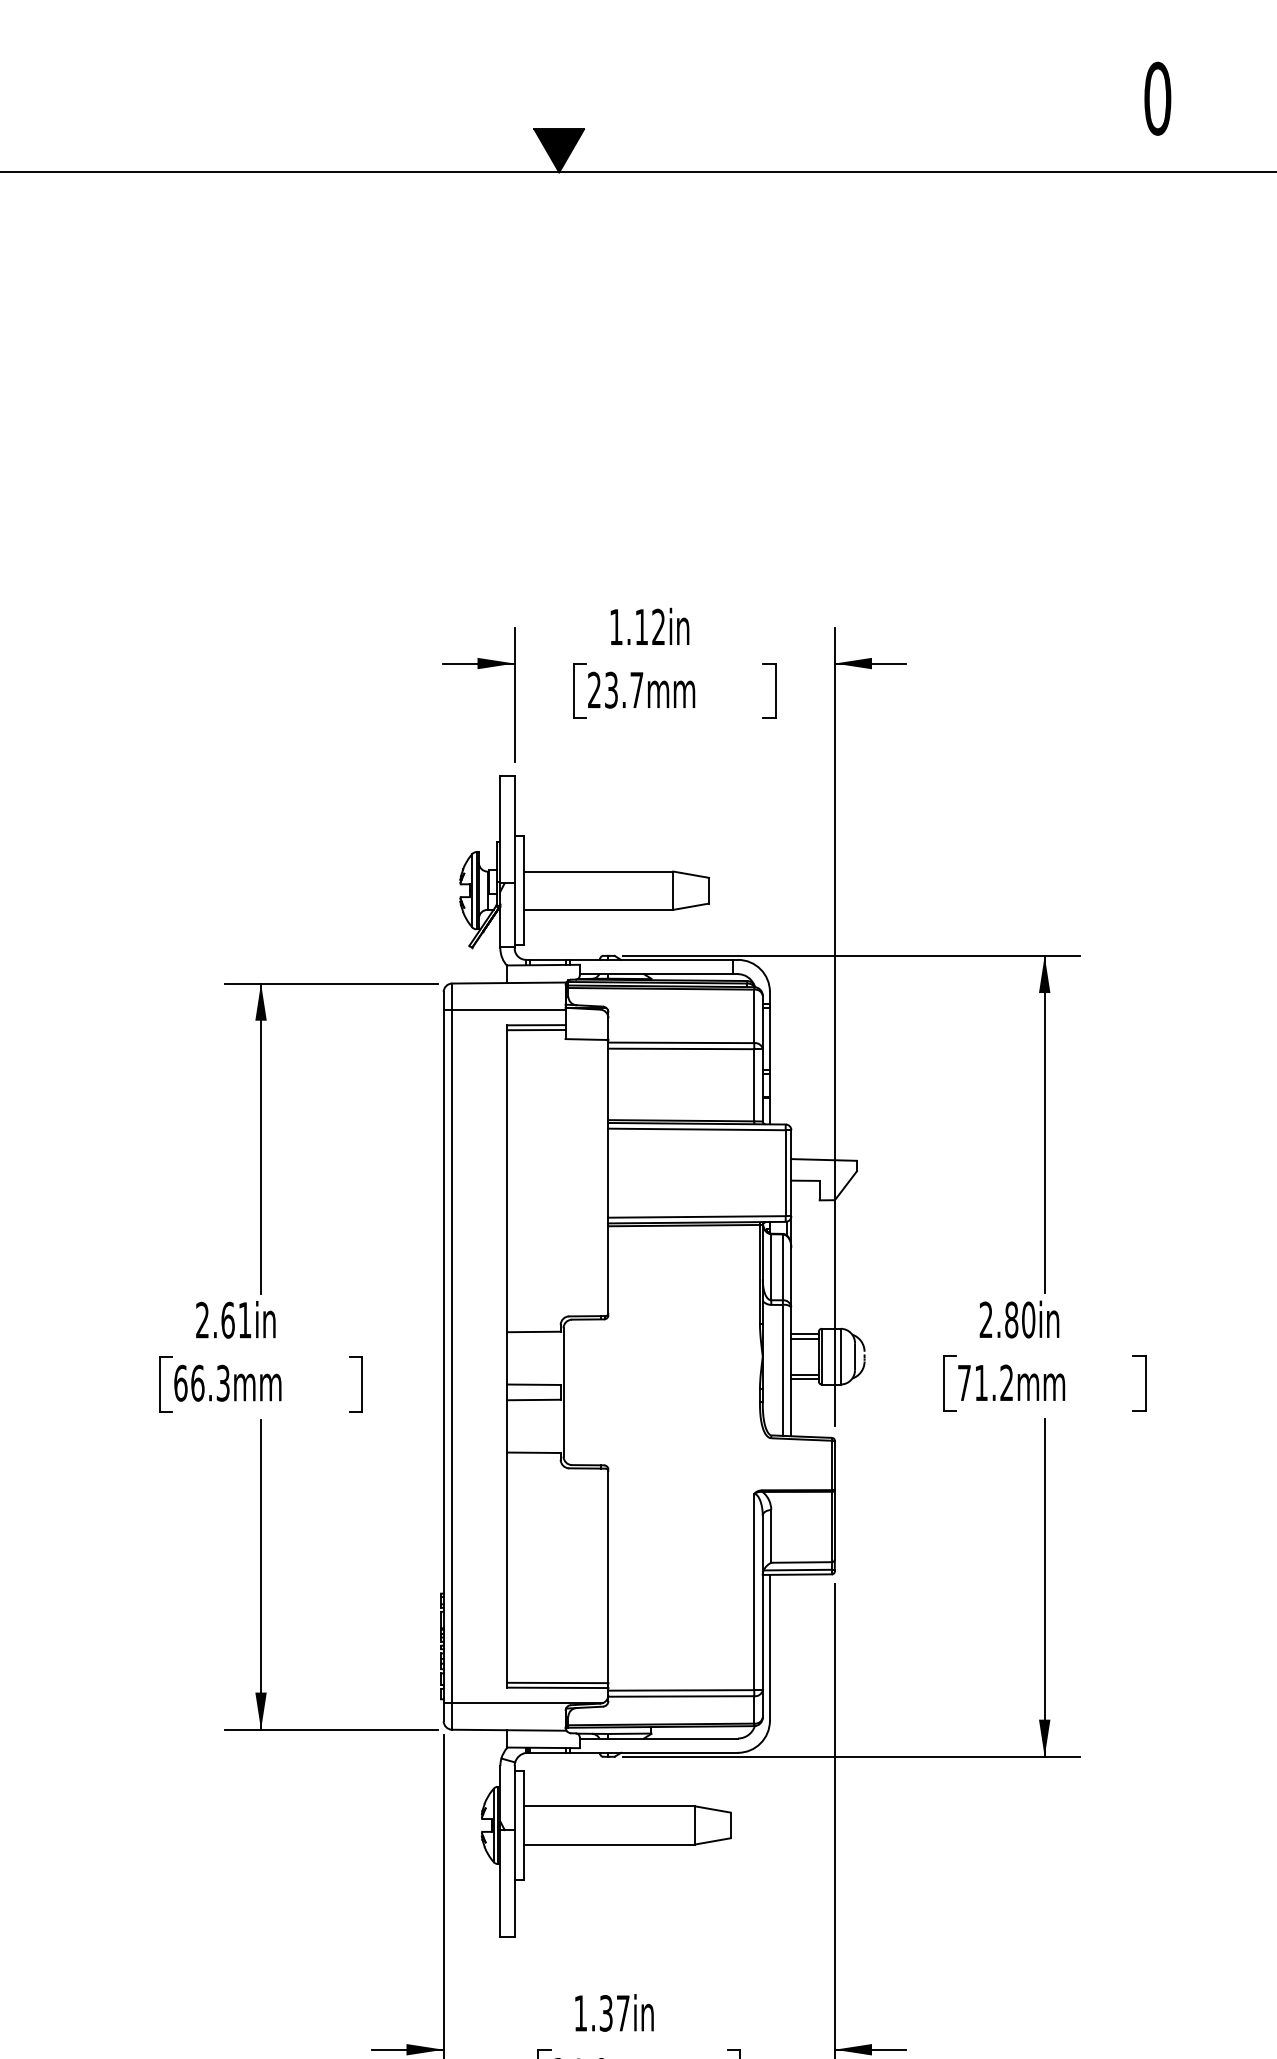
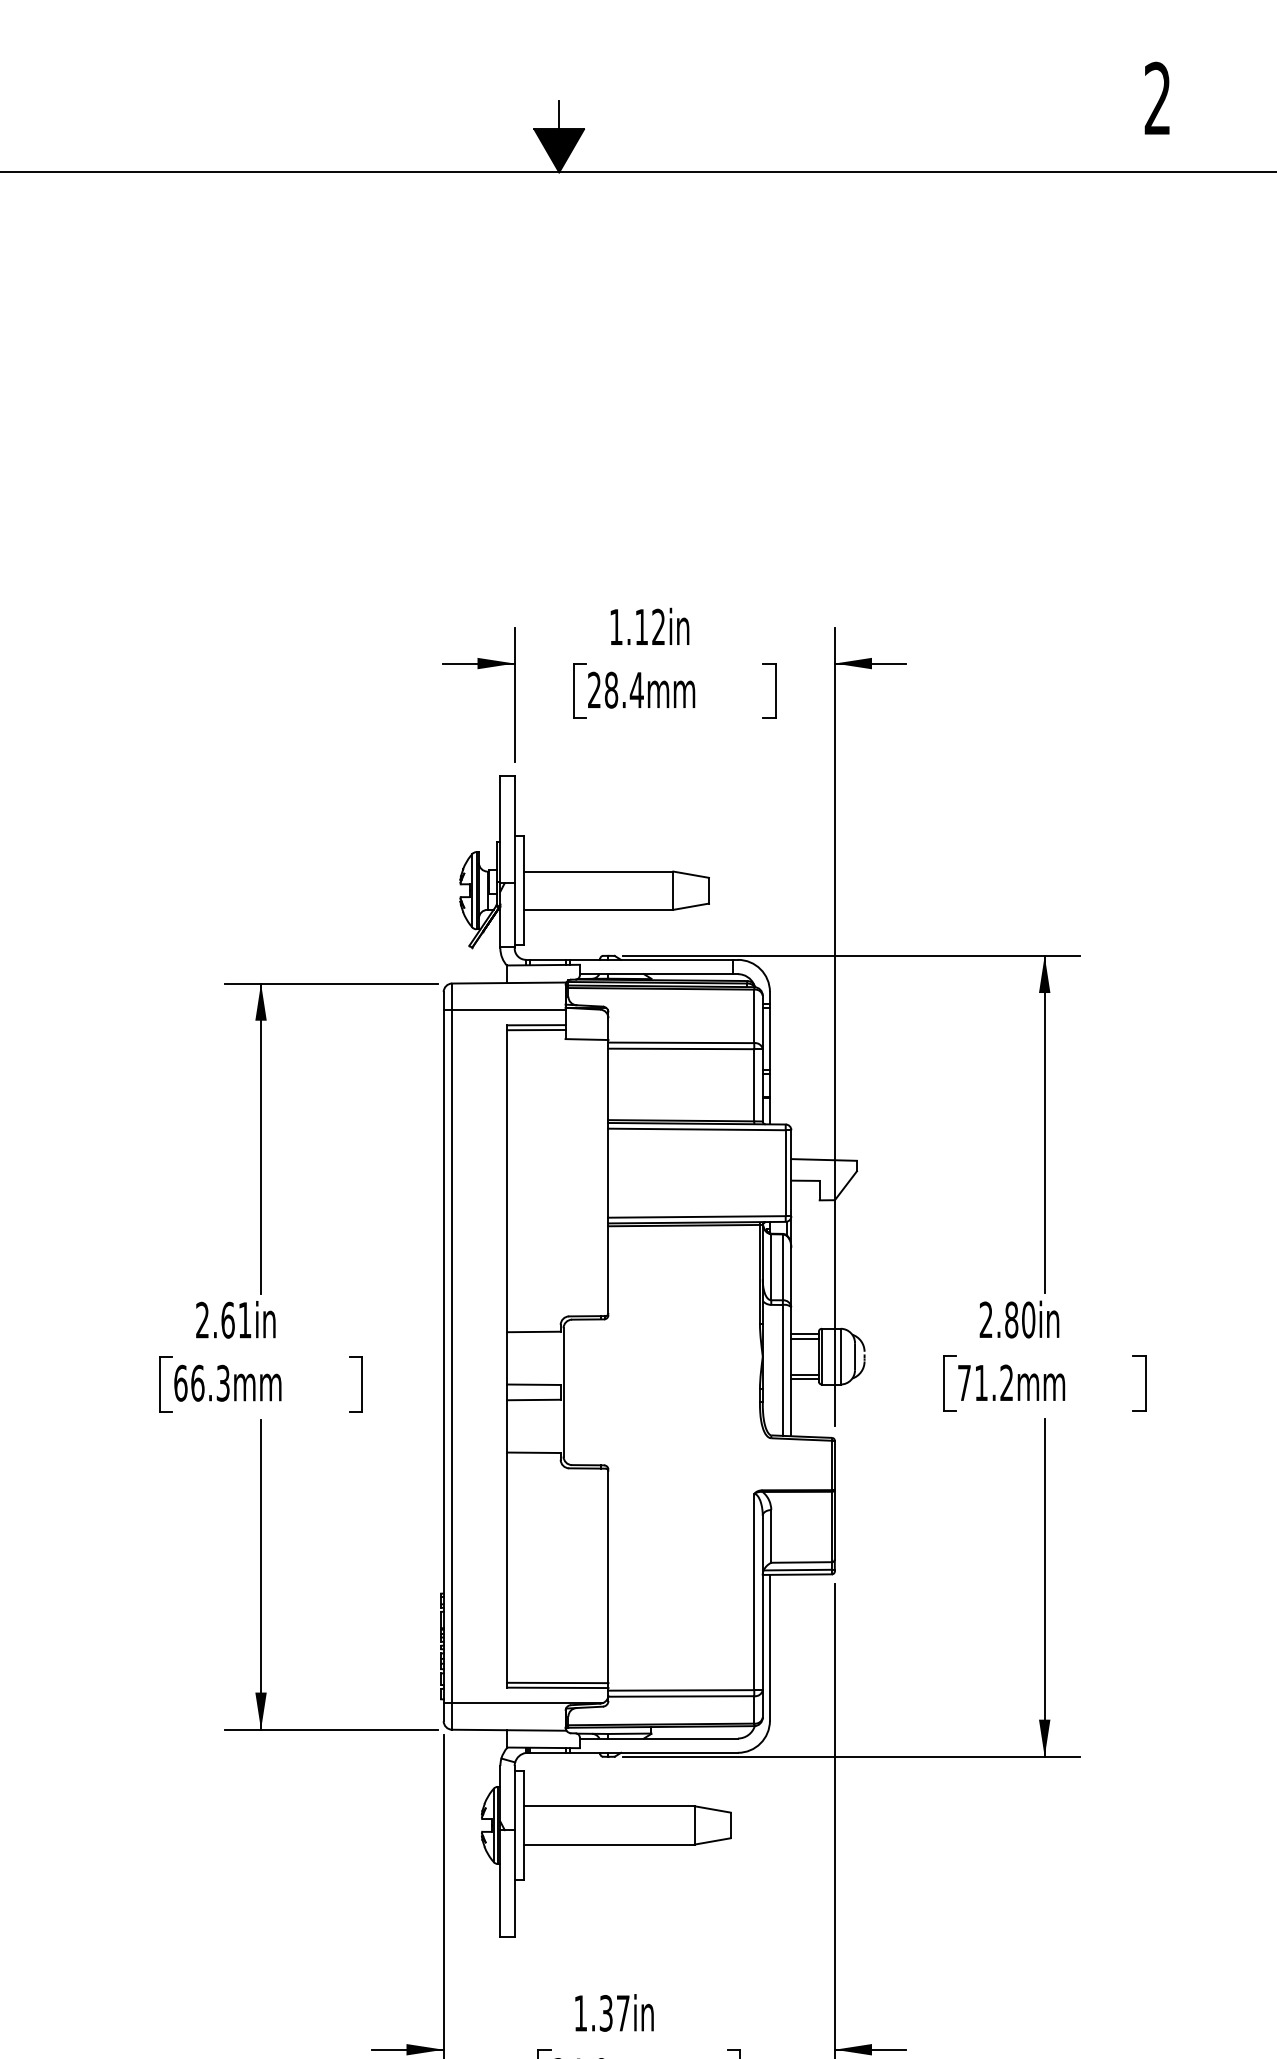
text at (1157, 98): 0 -> 2
line at (559, 114): none -> present
text at (623, 689): 23.7mm -> 28.4mm
